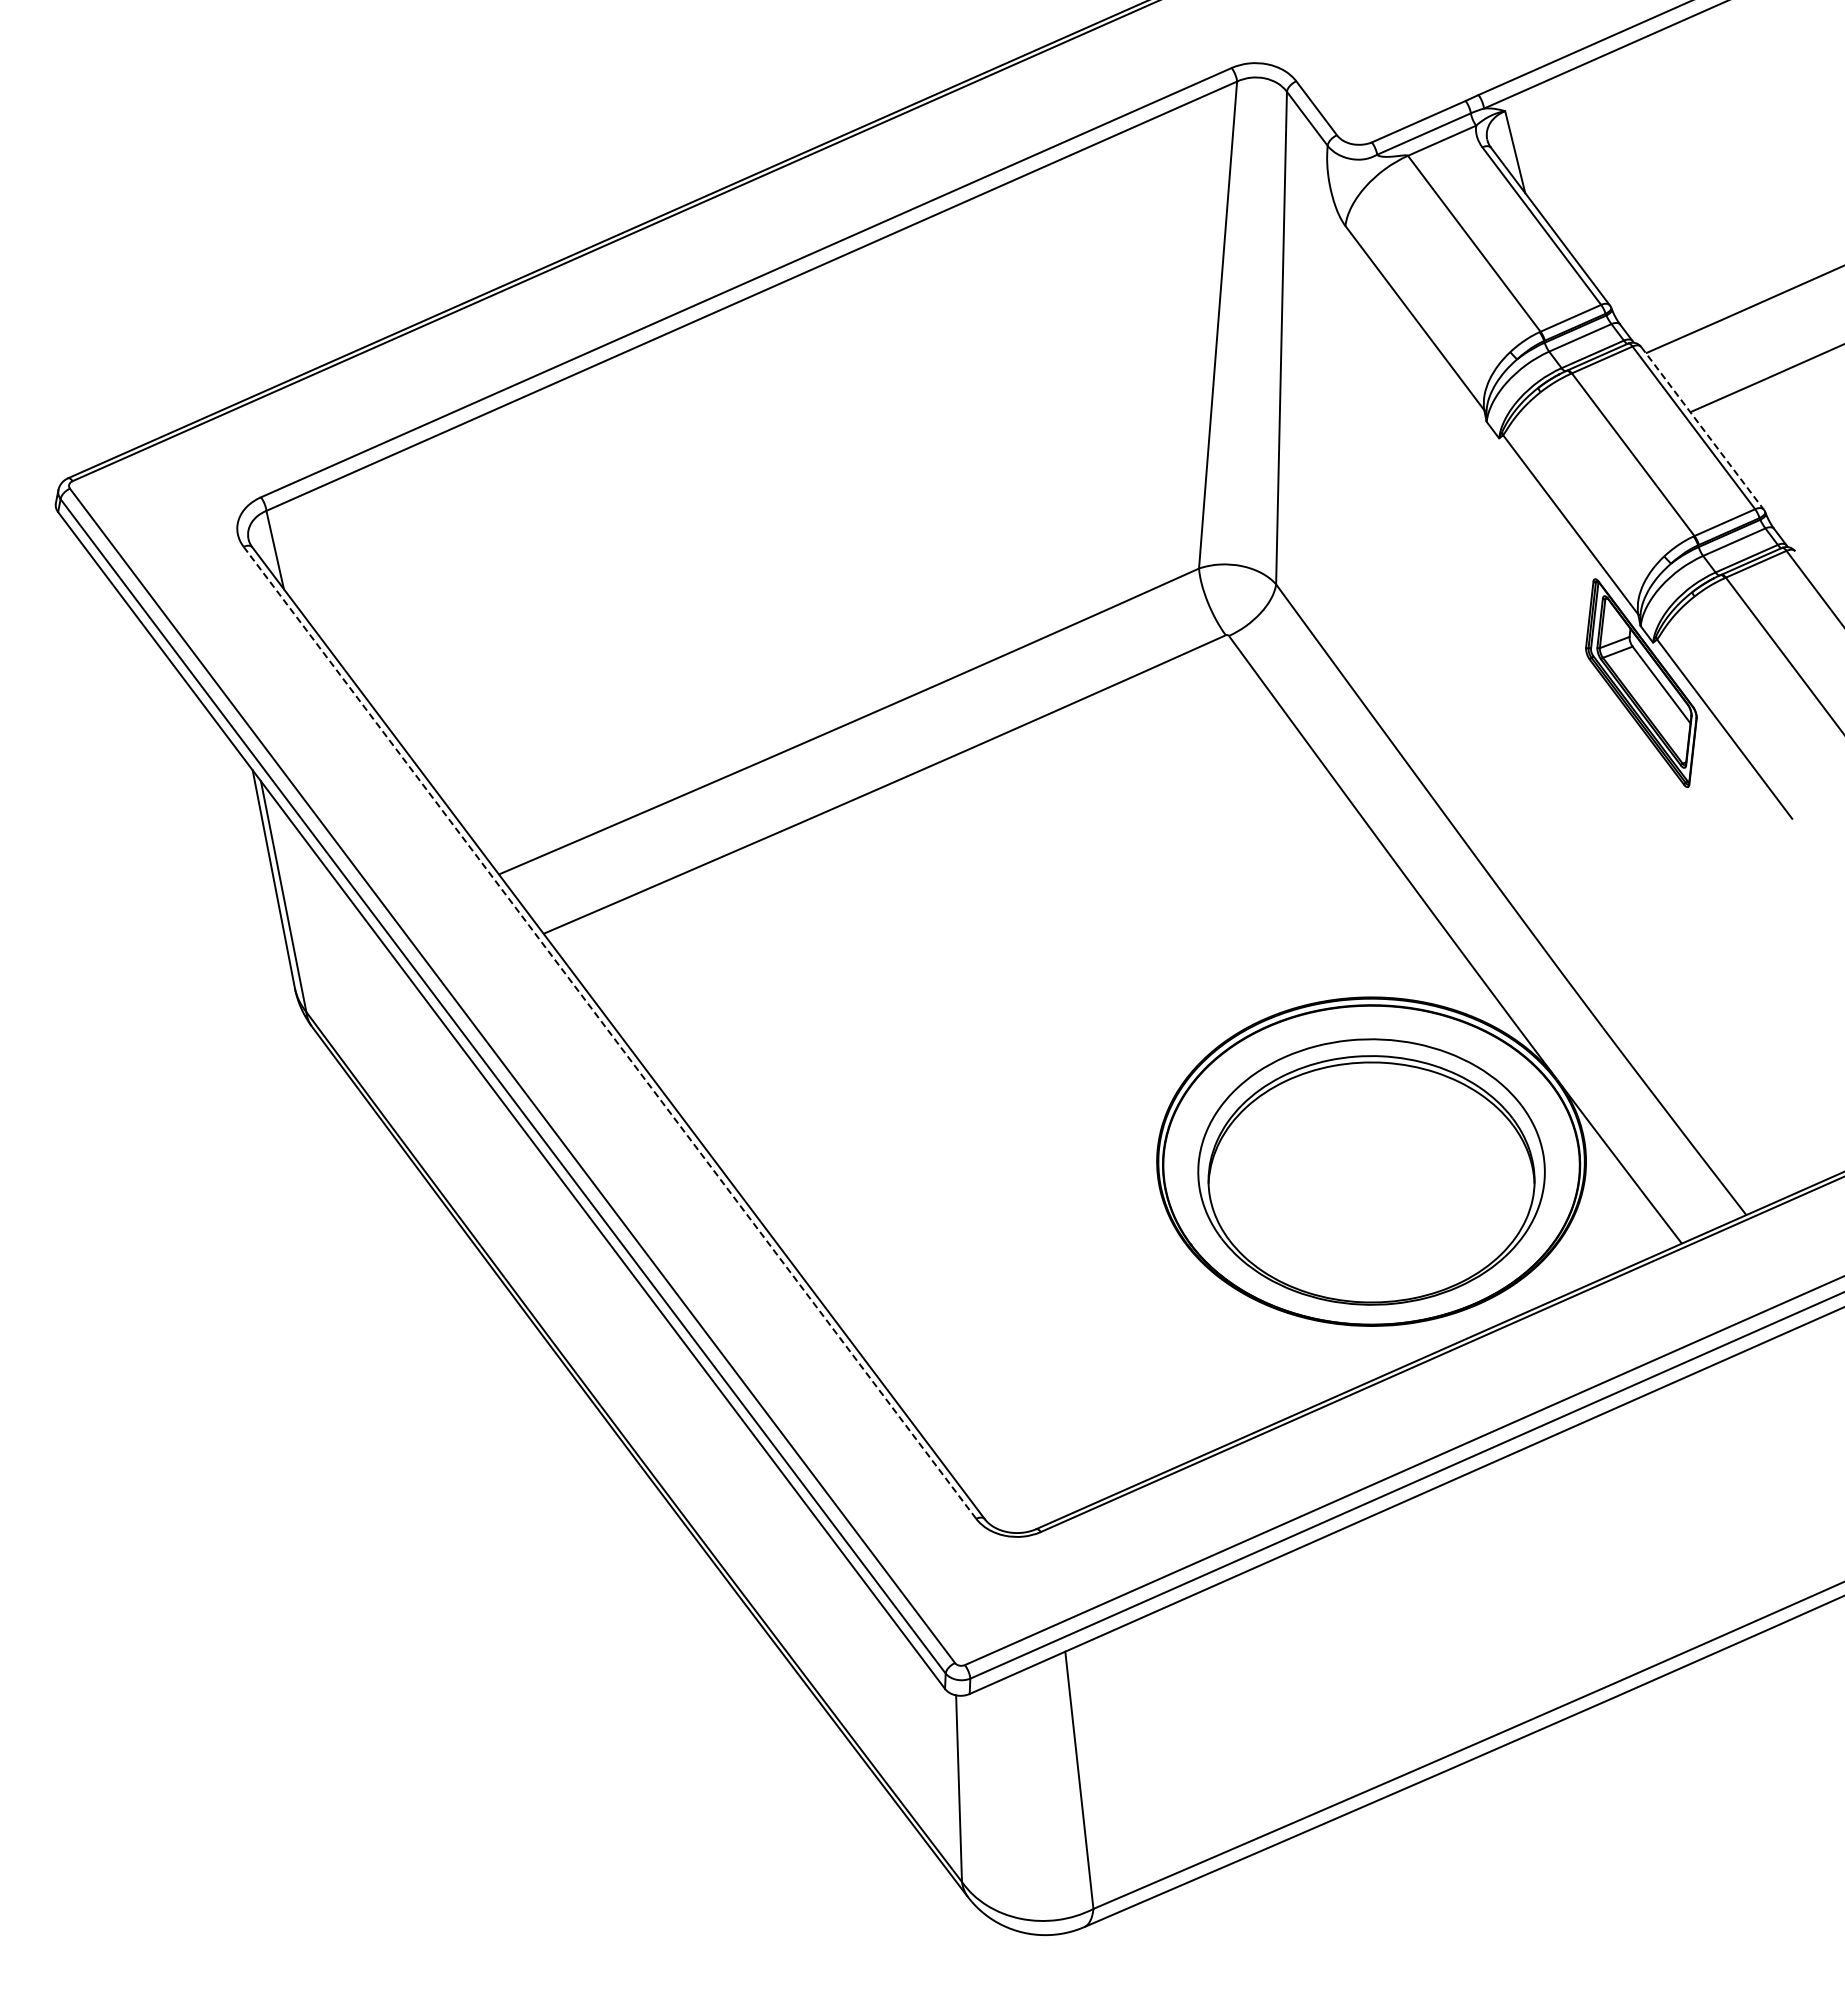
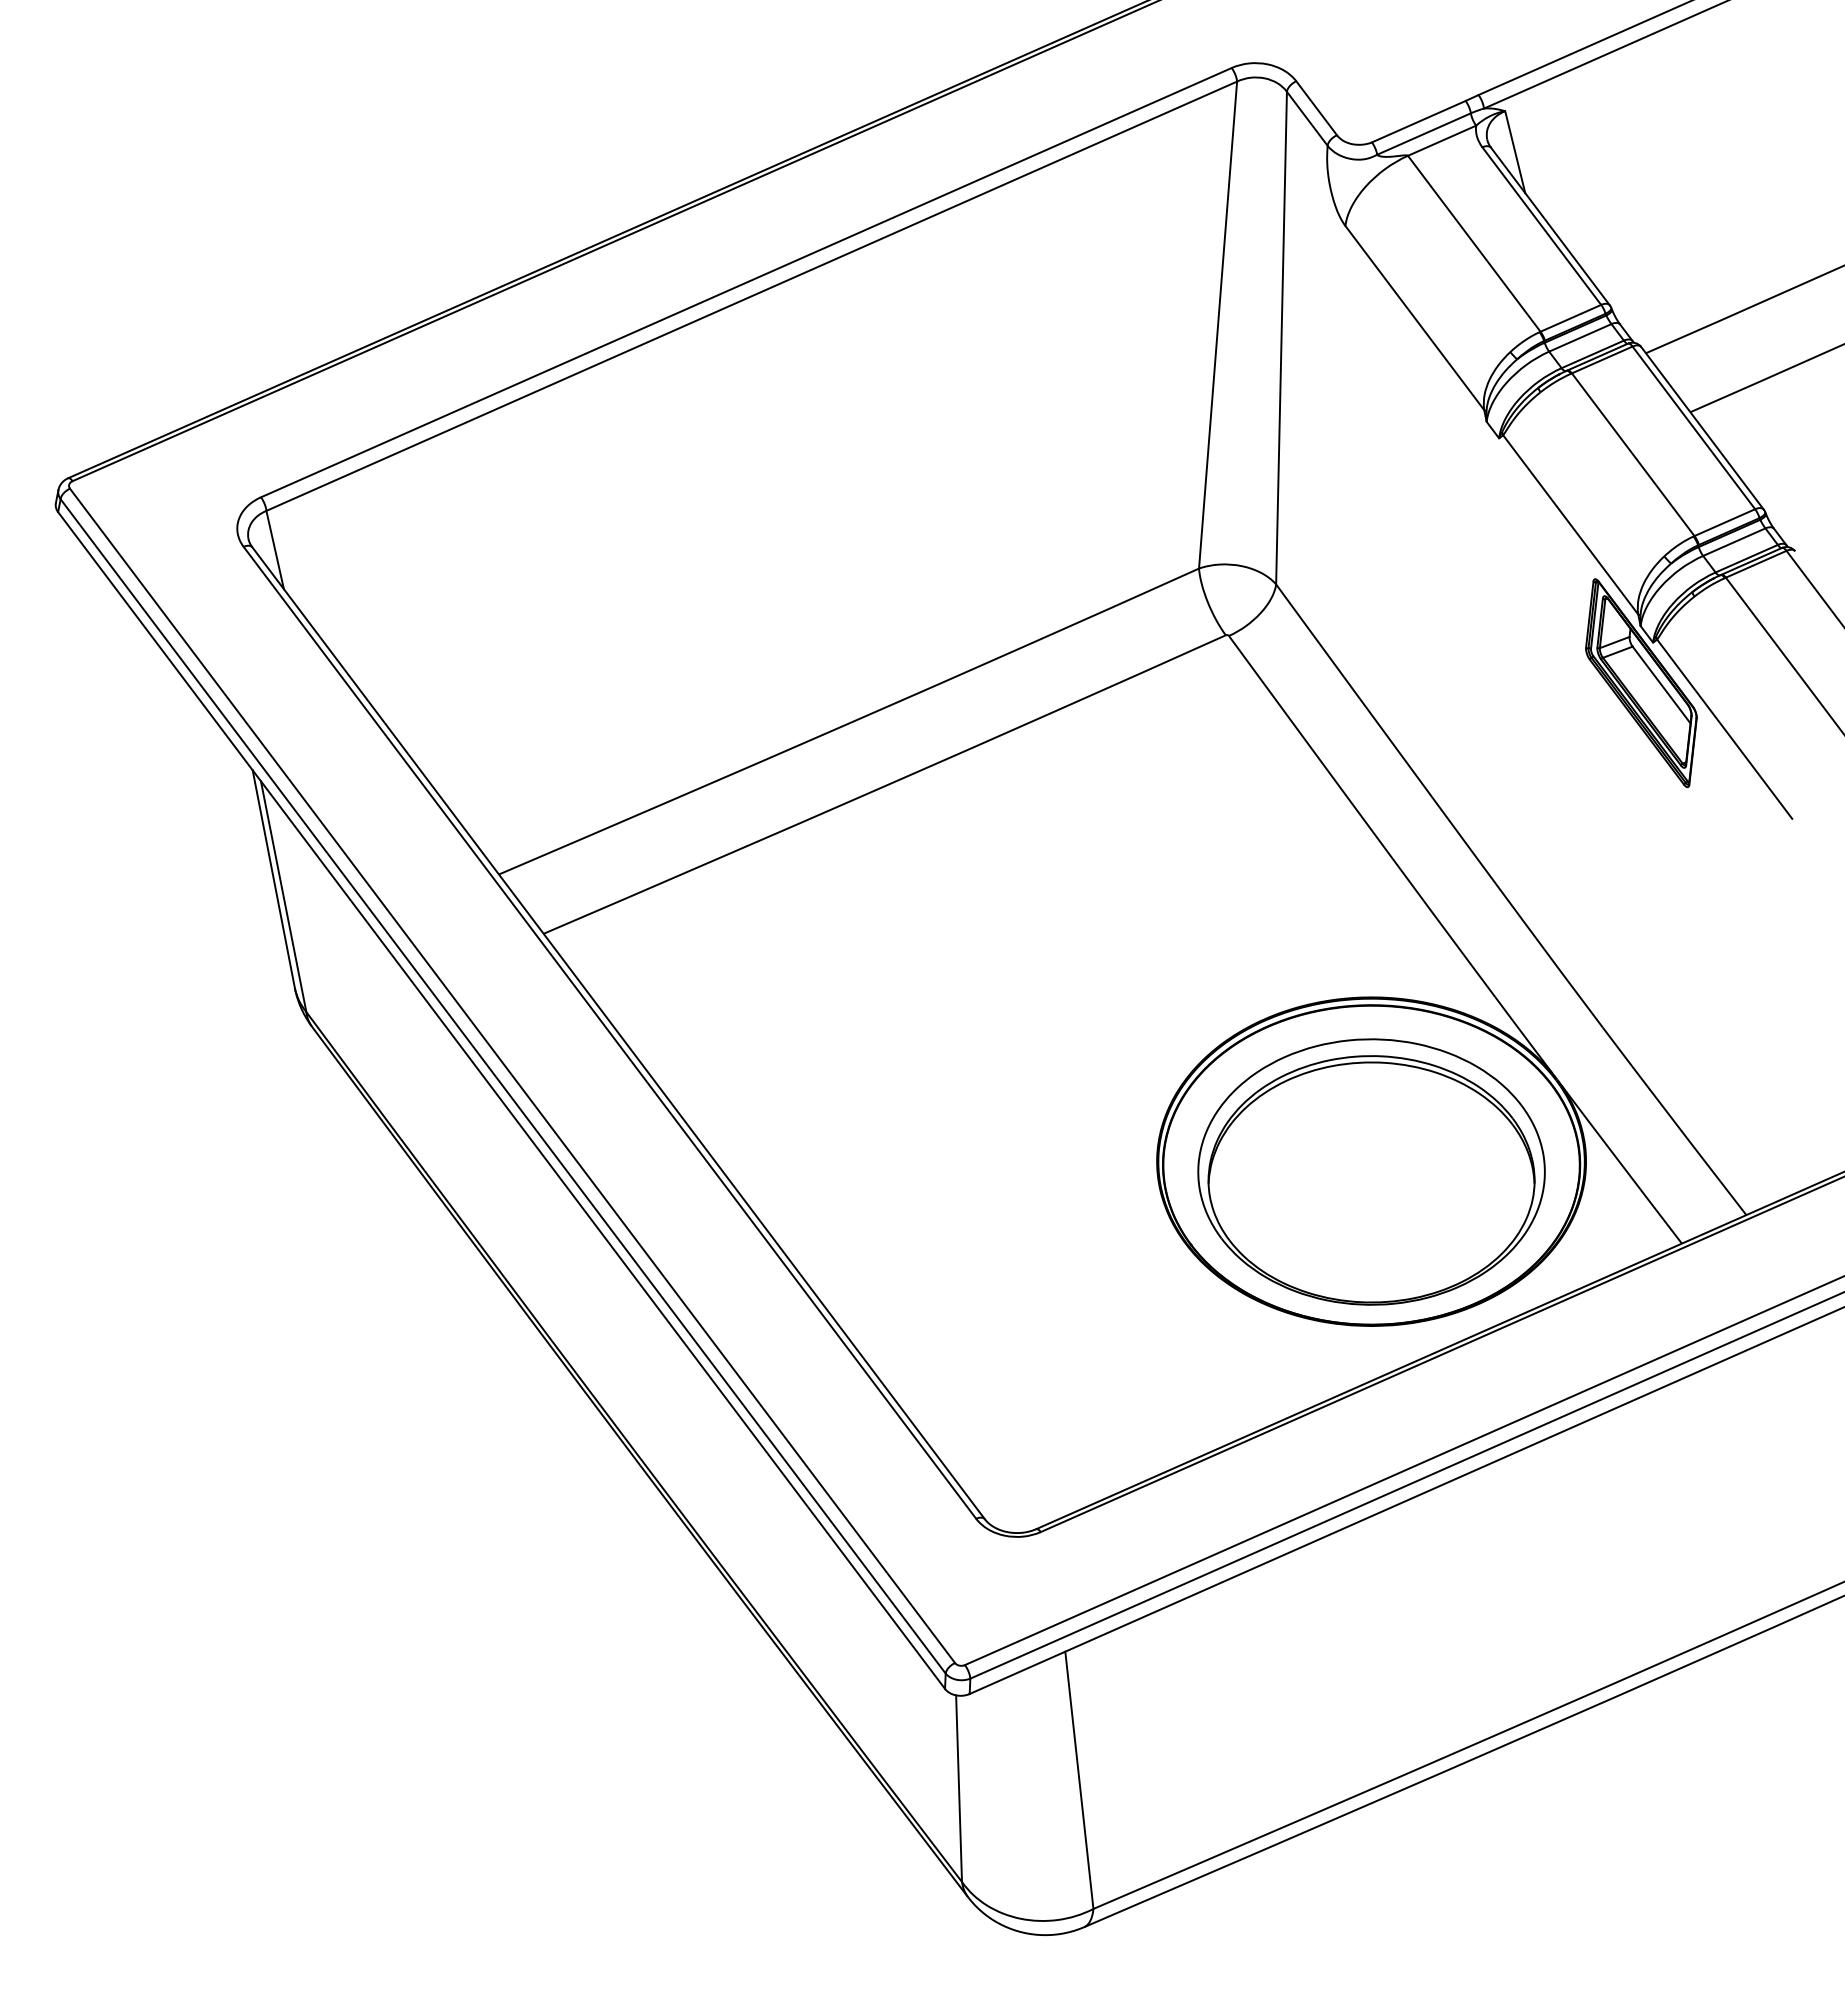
line at (1702, 428): dashed -> solid
line at (609, 1032): dashed -> solid
